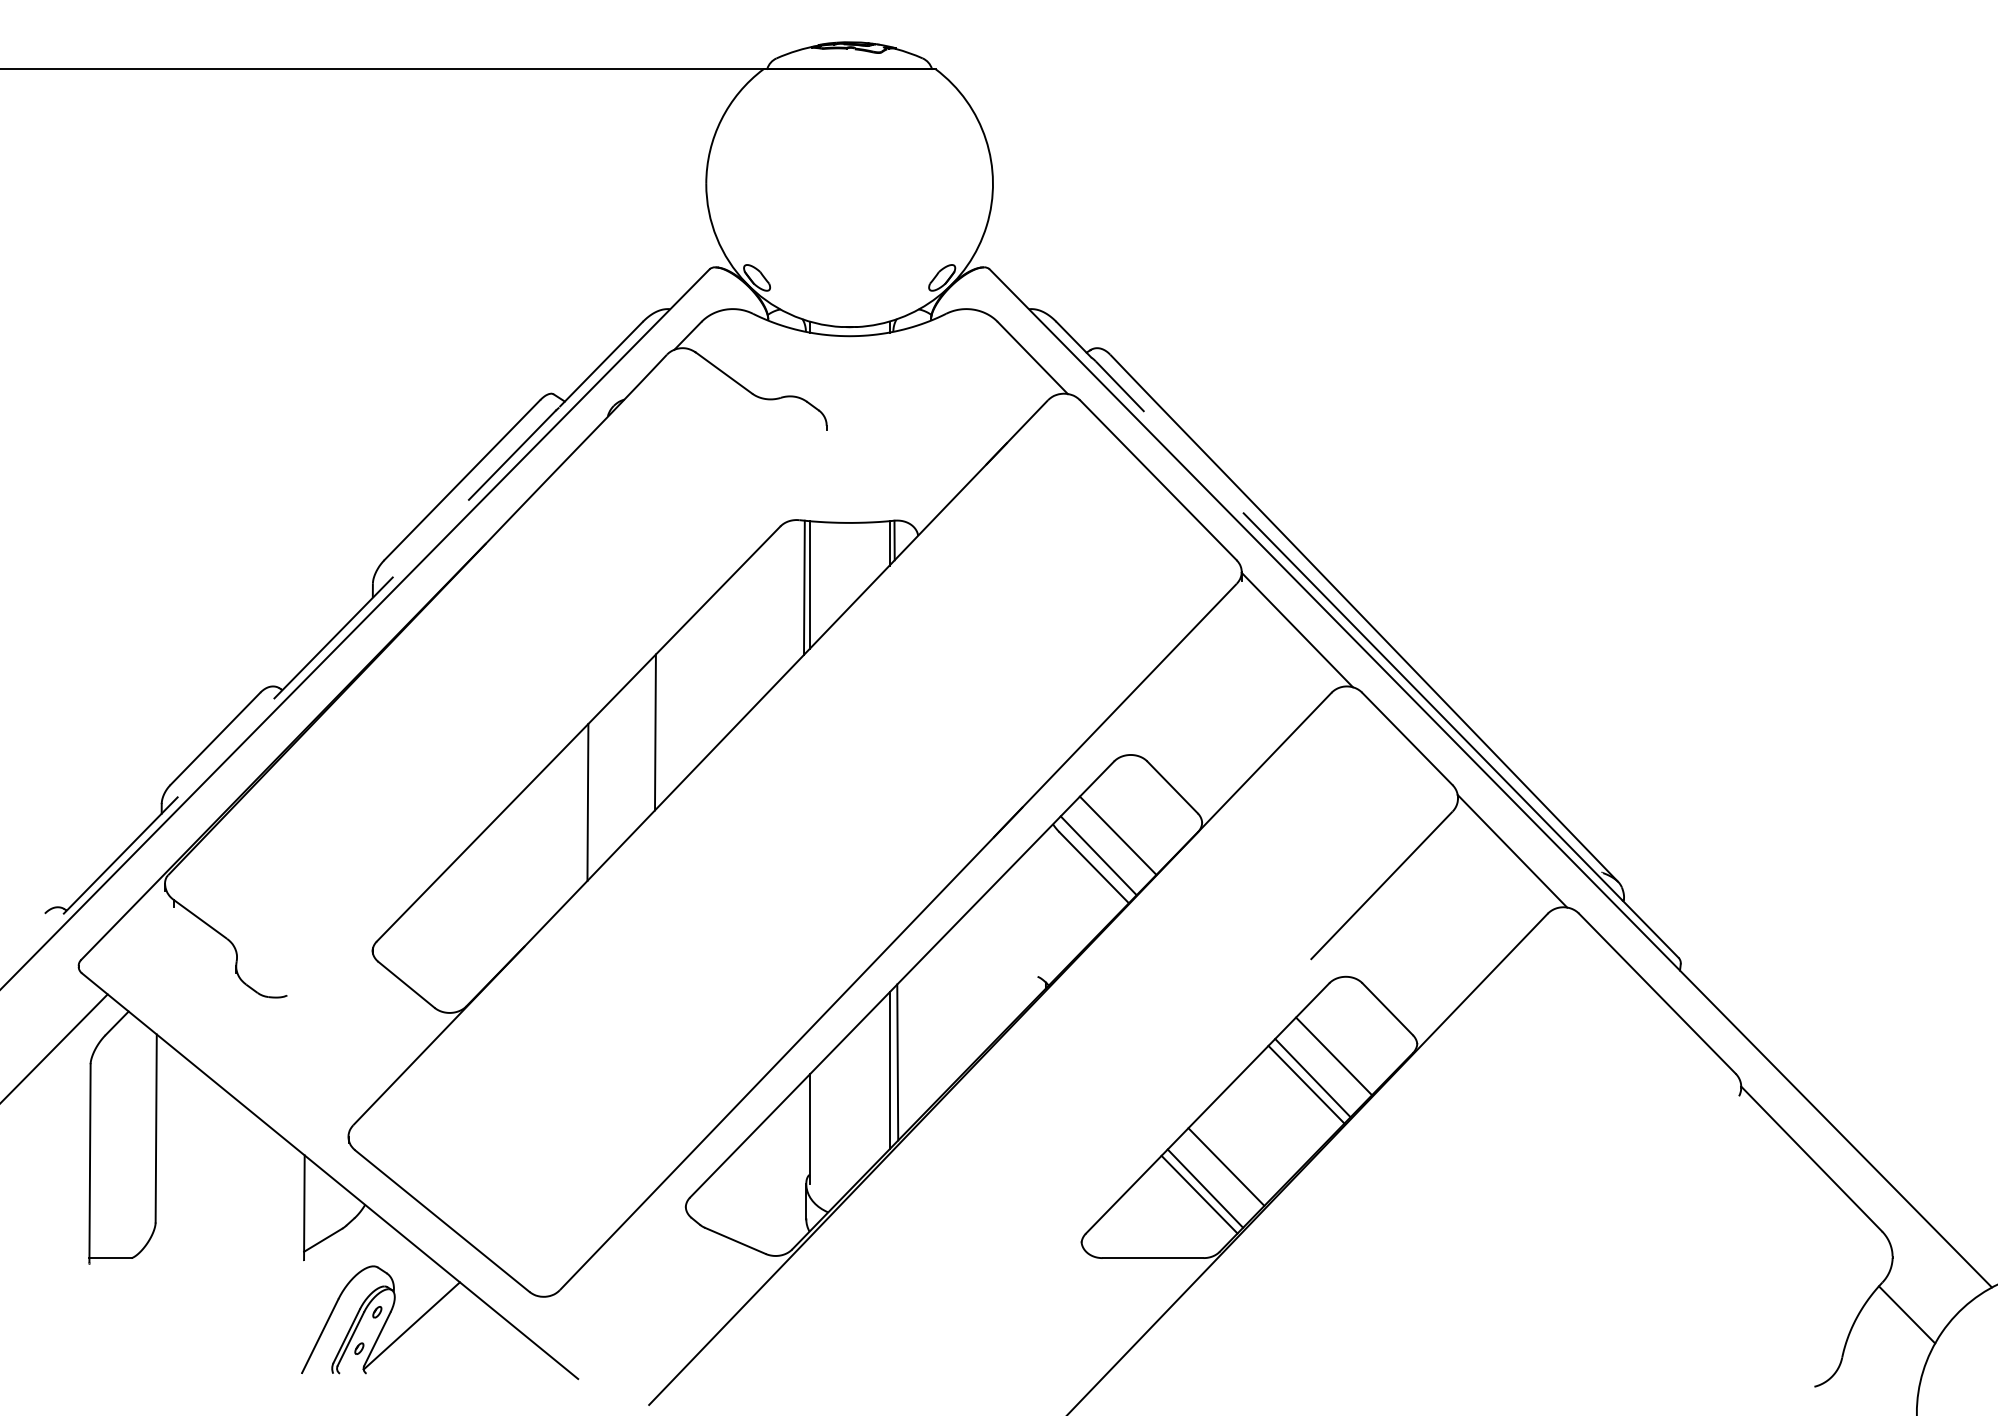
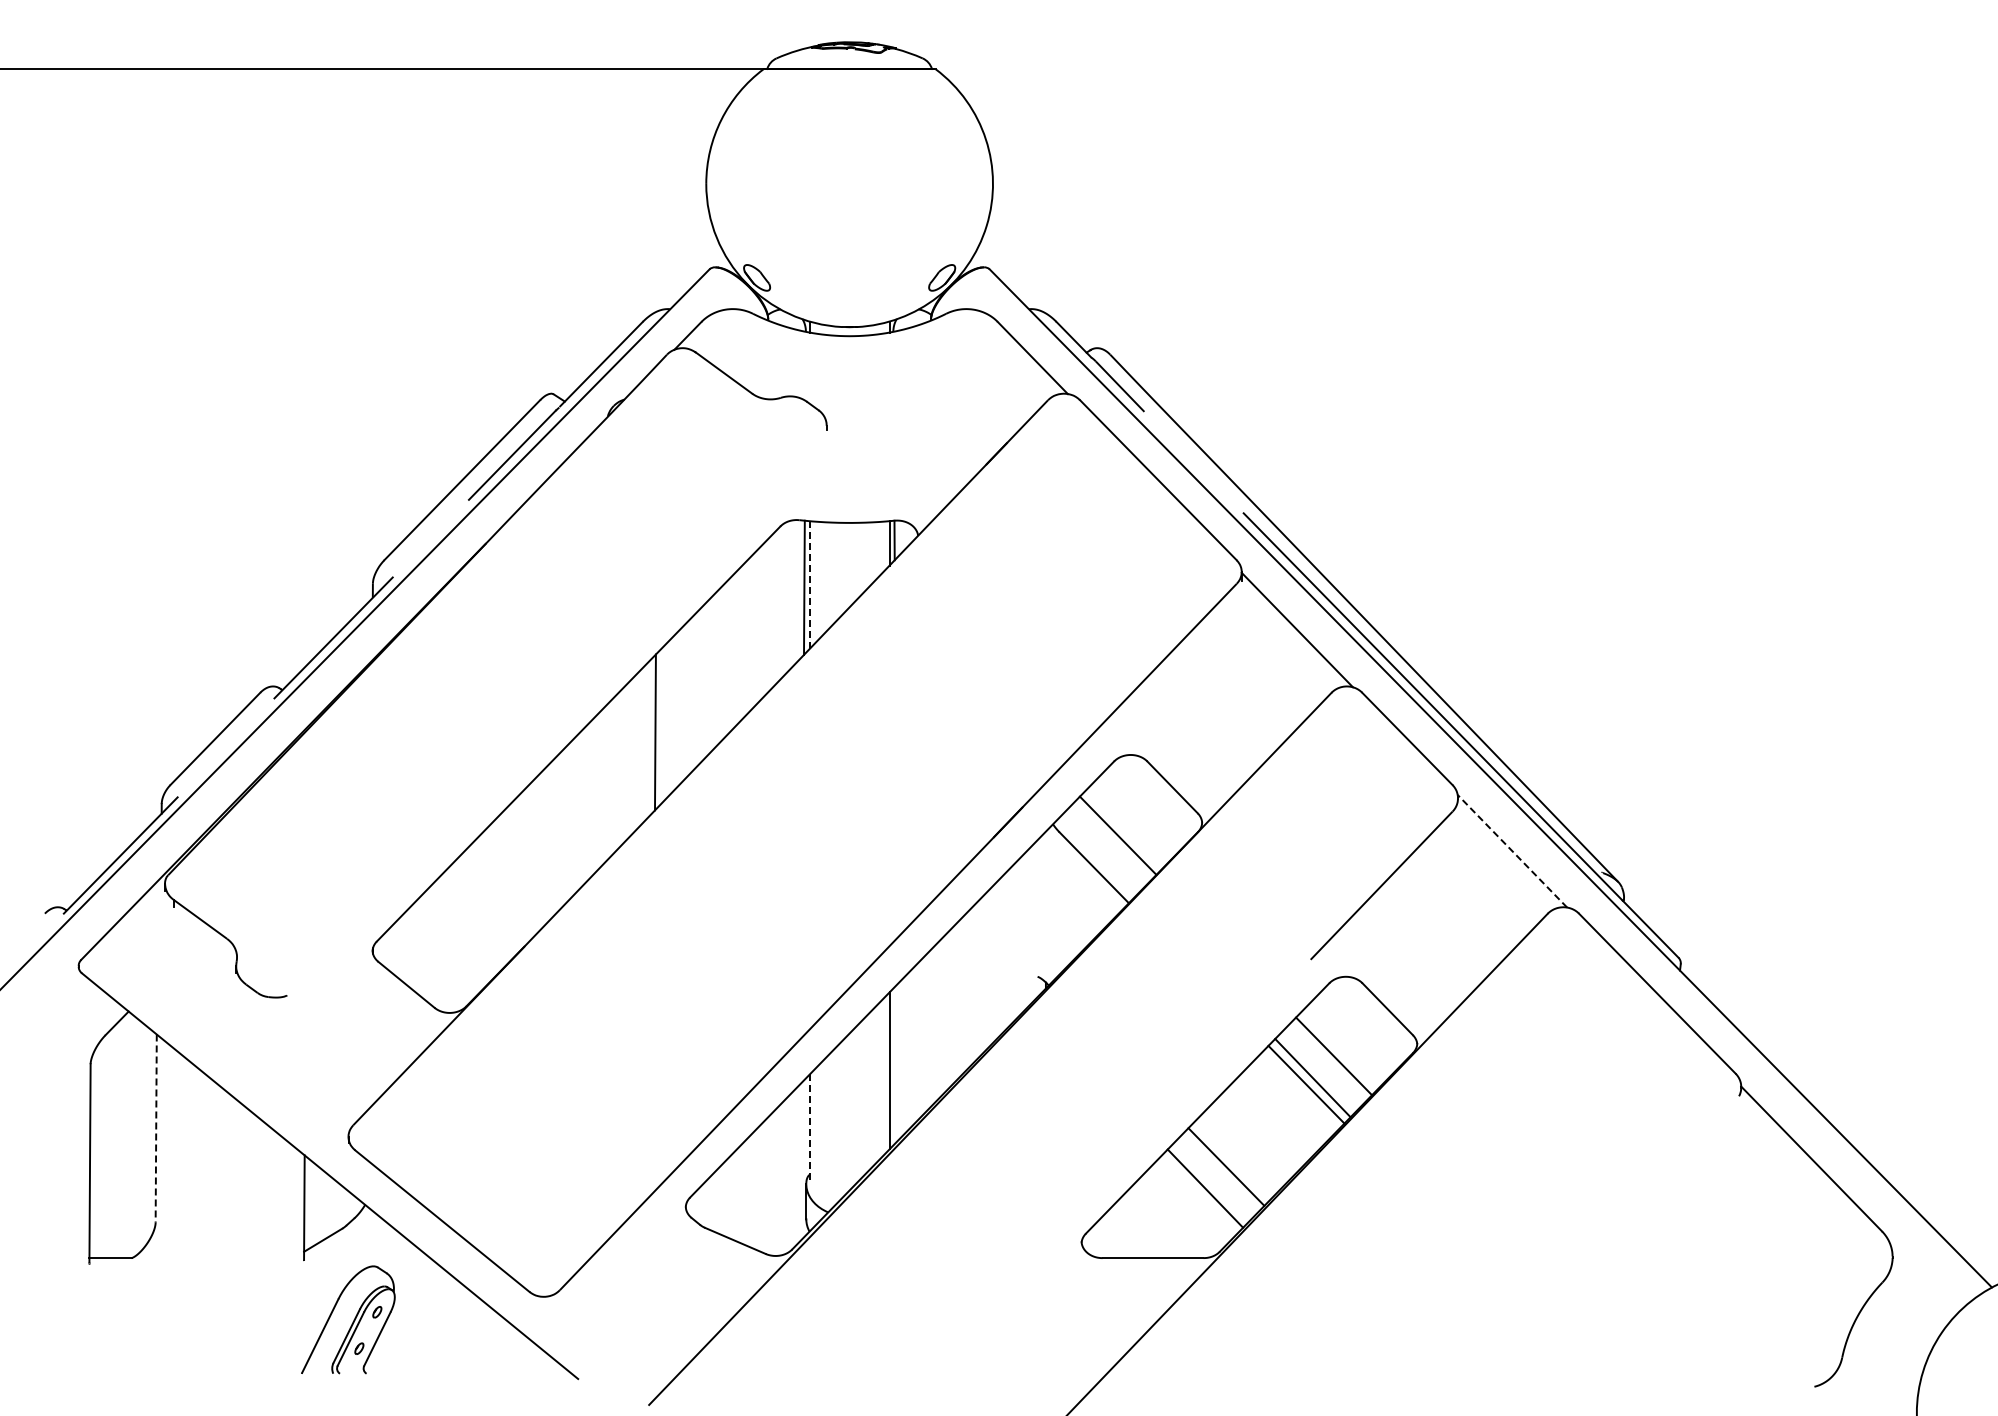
line at (809, 585): solid -> dashed
line at (587, 801): present -> none
line at (1512, 851): solid -> dashed
line at (1098, 855): present -> none
line at (54, 1047): present -> none
line at (897, 1062): present -> none
line at (156, 1129): solid -> dashed
line at (809, 1129): solid -> dashed
line at (1199, 1194): present -> none
line at (1906, 1314): present -> none
line at (411, 1325): present -> none
